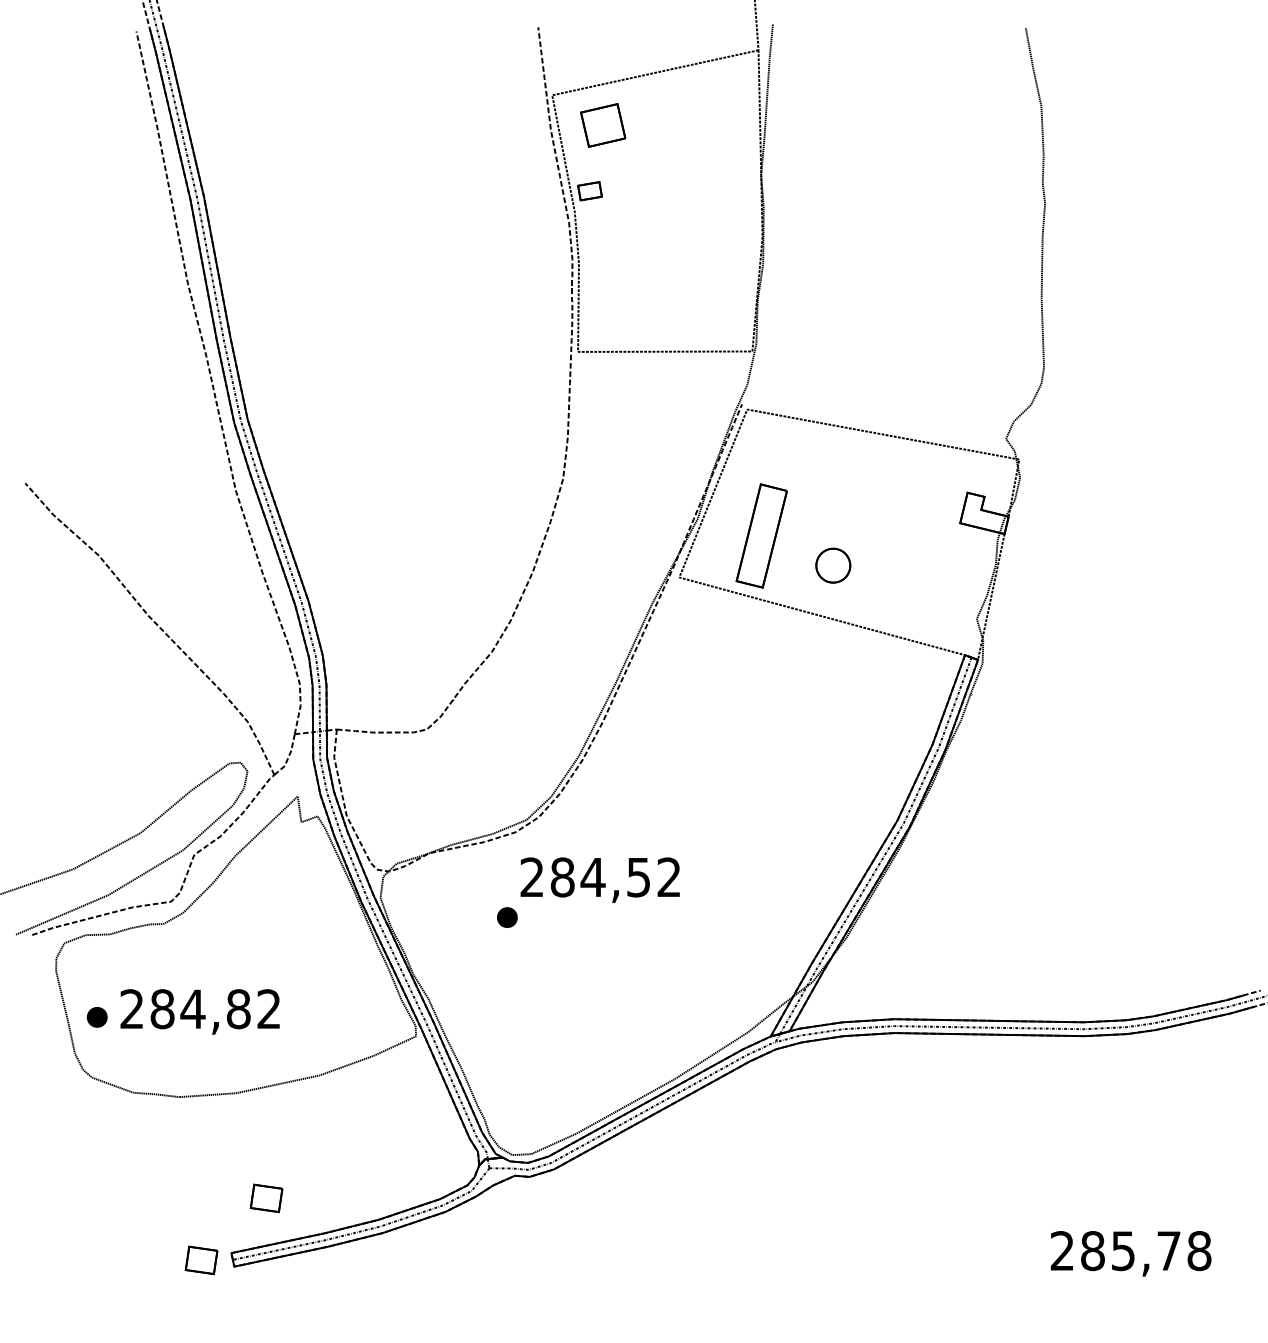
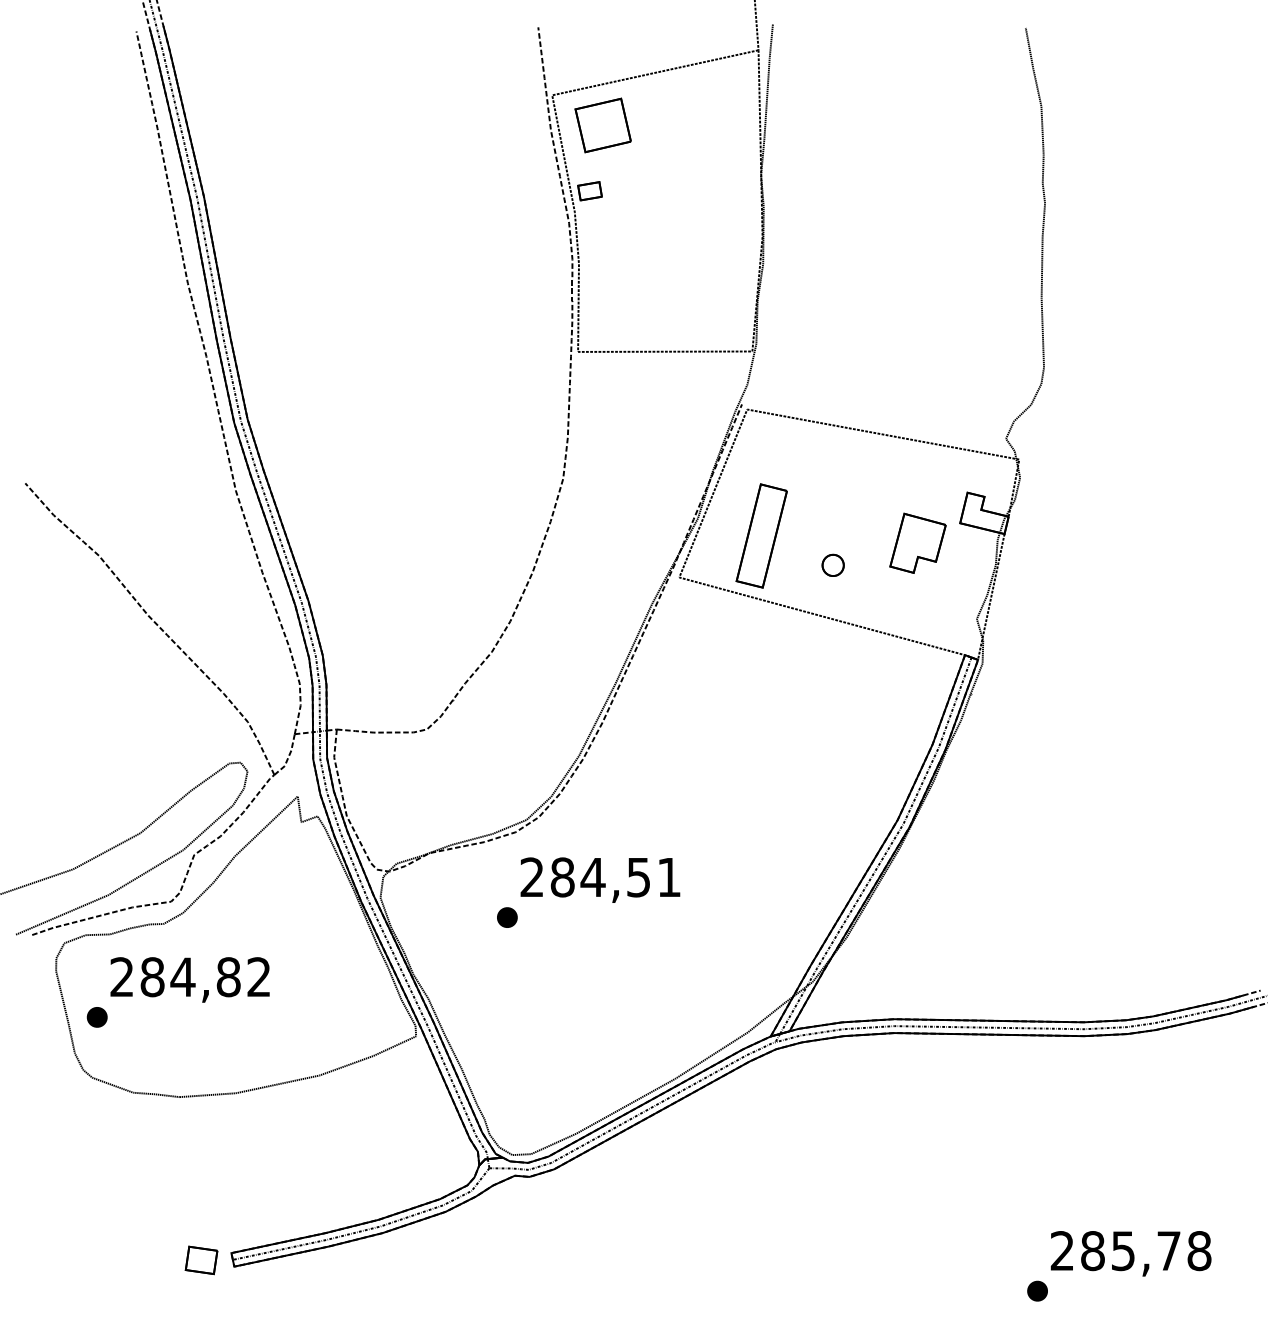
part at (603, 125) size: 47x45 px -> 58x57 px
part at (917, 542): none -> present
part at (833, 565) size: 37x37 px -> 24x24 px
text at (668, 876): 284,52 -> 284,51
text at (199, 1011) position: (199, 1011) -> (189, 979)
part at (266, 1198): present -> none
part at (1037, 1290): none -> present
